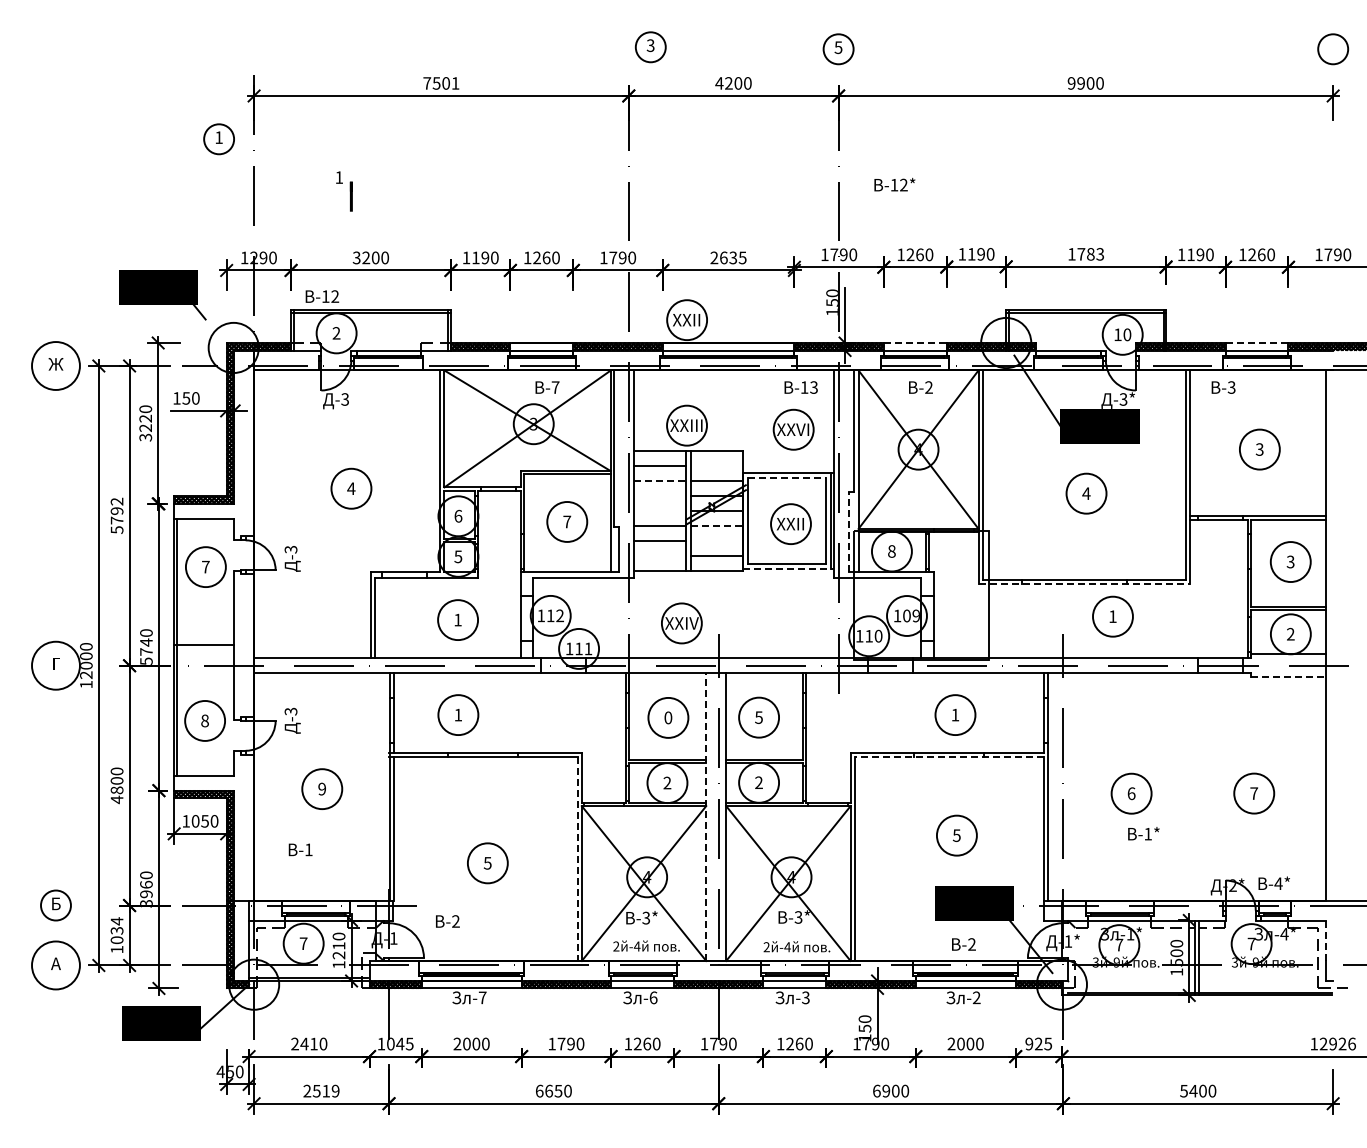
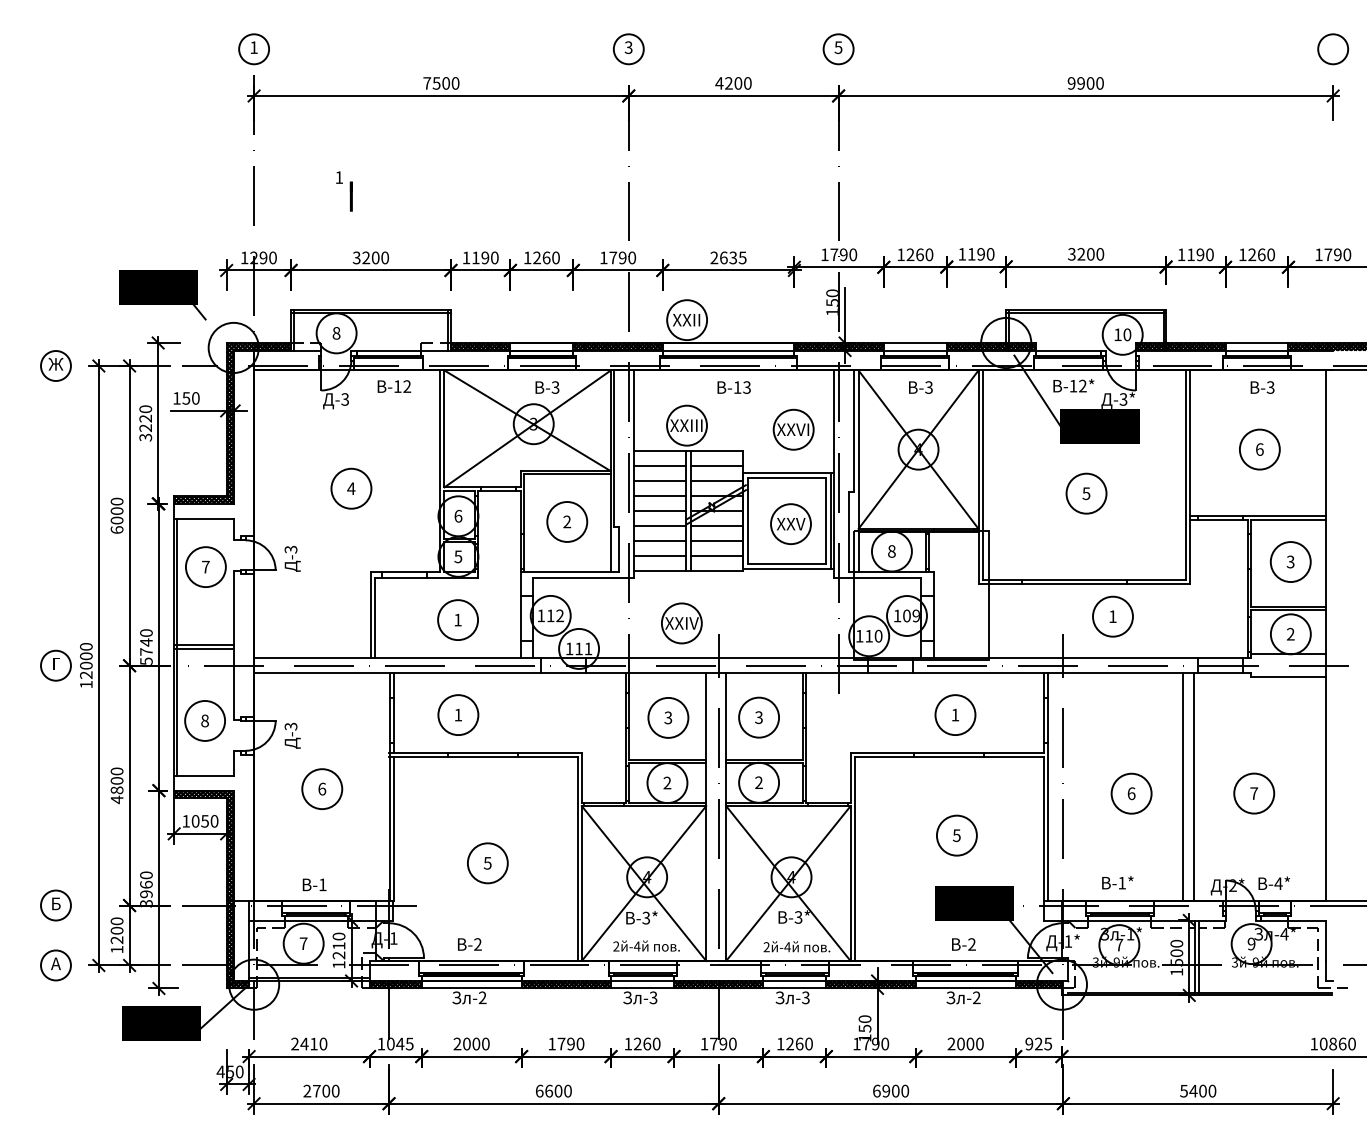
part at (650, 47) position: (650, 47) -> (628, 49)
text at (455, 83): 7501 -> 7500
part at (218, 139) position: (218, 139) -> (253, 49)
text at (894, 184) position: (894, 184) -> (1073, 385)
text at (1086, 254): 1783 -> 3200
text at (322, 296) position: (322, 296) -> (394, 386)
text at (336, 333): 2 -> 8
line at (915, 343): dashed -> solid
line at (1257, 343): dashed -> solid
circle at (55, 365) diameter: 48 px -> 30 px
text at (555, 387): -7 -> -3
text at (800, 387) position: (800, 387) -> (733, 387)
text at (928, 387): -2 -> -3
text at (1223, 387) position: (1223, 387) -> (1262, 387)
text at (1259, 449): 3 -> 6
line at (716, 465): none -> present
line at (787, 478): dashed -> solid
line at (659, 480): dashed -> solid
text at (1086, 493): 4 -> 5
line at (659, 495): none -> present
line at (659, 510): none -> present
text at (116, 515): 5792 -> 6000
text at (567, 521): 7 -> 2
text at (800, 524): XXII -> XXV
line at (716, 525): dashed -> solid
line at (848, 531): dashed -> solid
line at (716, 540): none -> present
line at (659, 555): none -> present
line at (788, 569): dashed -> solid
line at (1084, 584): dashed -> solid
line at (204, 649): none -> present
circle at (55, 665) diameter: 48 px -> 30 px
line at (1288, 677): dashed -> solid
text at (668, 717): 0 -> 3
text at (758, 717): 5 -> 3
text at (292, 720) position: (292, 720) -> (292, 735)
line at (949, 757): dashed -> solid
line at (1182, 786): none -> present
line at (1193, 786): none -> present
text at (322, 788): 9 -> 6
line at (706, 817): dashed -> solid
text at (1143, 833) position: (1143, 833) -> (1117, 882)
text at (300, 849) position: (300, 849) -> (314, 884)
line at (577, 859): dashed -> solid
text at (447, 921) position: (447, 921) -> (469, 944)
text at (116, 930): 1034 -> 1200
line at (1325, 940): dashed -> solid
text at (1251, 943): 7 -> 9
circle at (55, 965) diameter: 48 px -> 30 px
text at (482, 997): -7 -> -2
text at (653, 997): -6 -> -3
text at (1337, 1043): 12926 -> 10860
text at (325, 1090): 2519 -> 2700
text at (558, 1090): 6650 -> 6600
